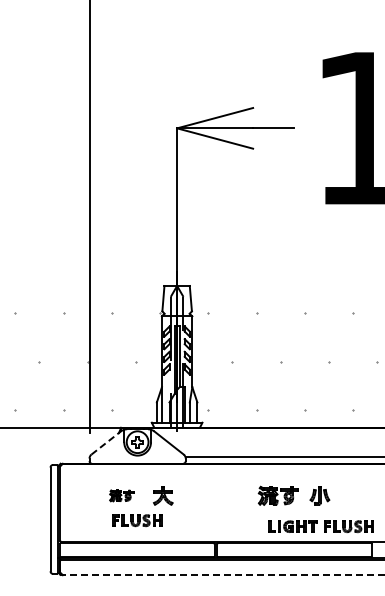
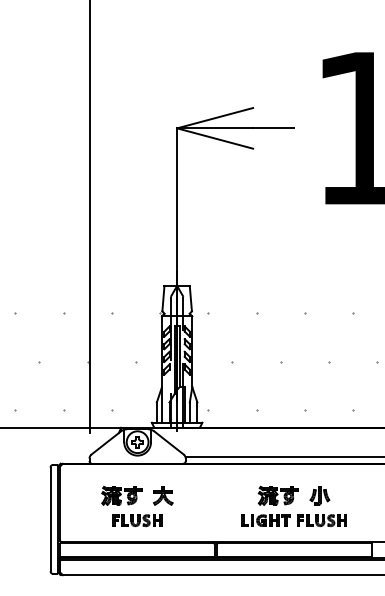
line at (106, 443): dashed -> solid
part at (121, 495) size: 26x14 px -> 42x20 px
part at (320, 526) position: (320, 526) -> (293, 520)
line at (222, 575): dashed -> solid
